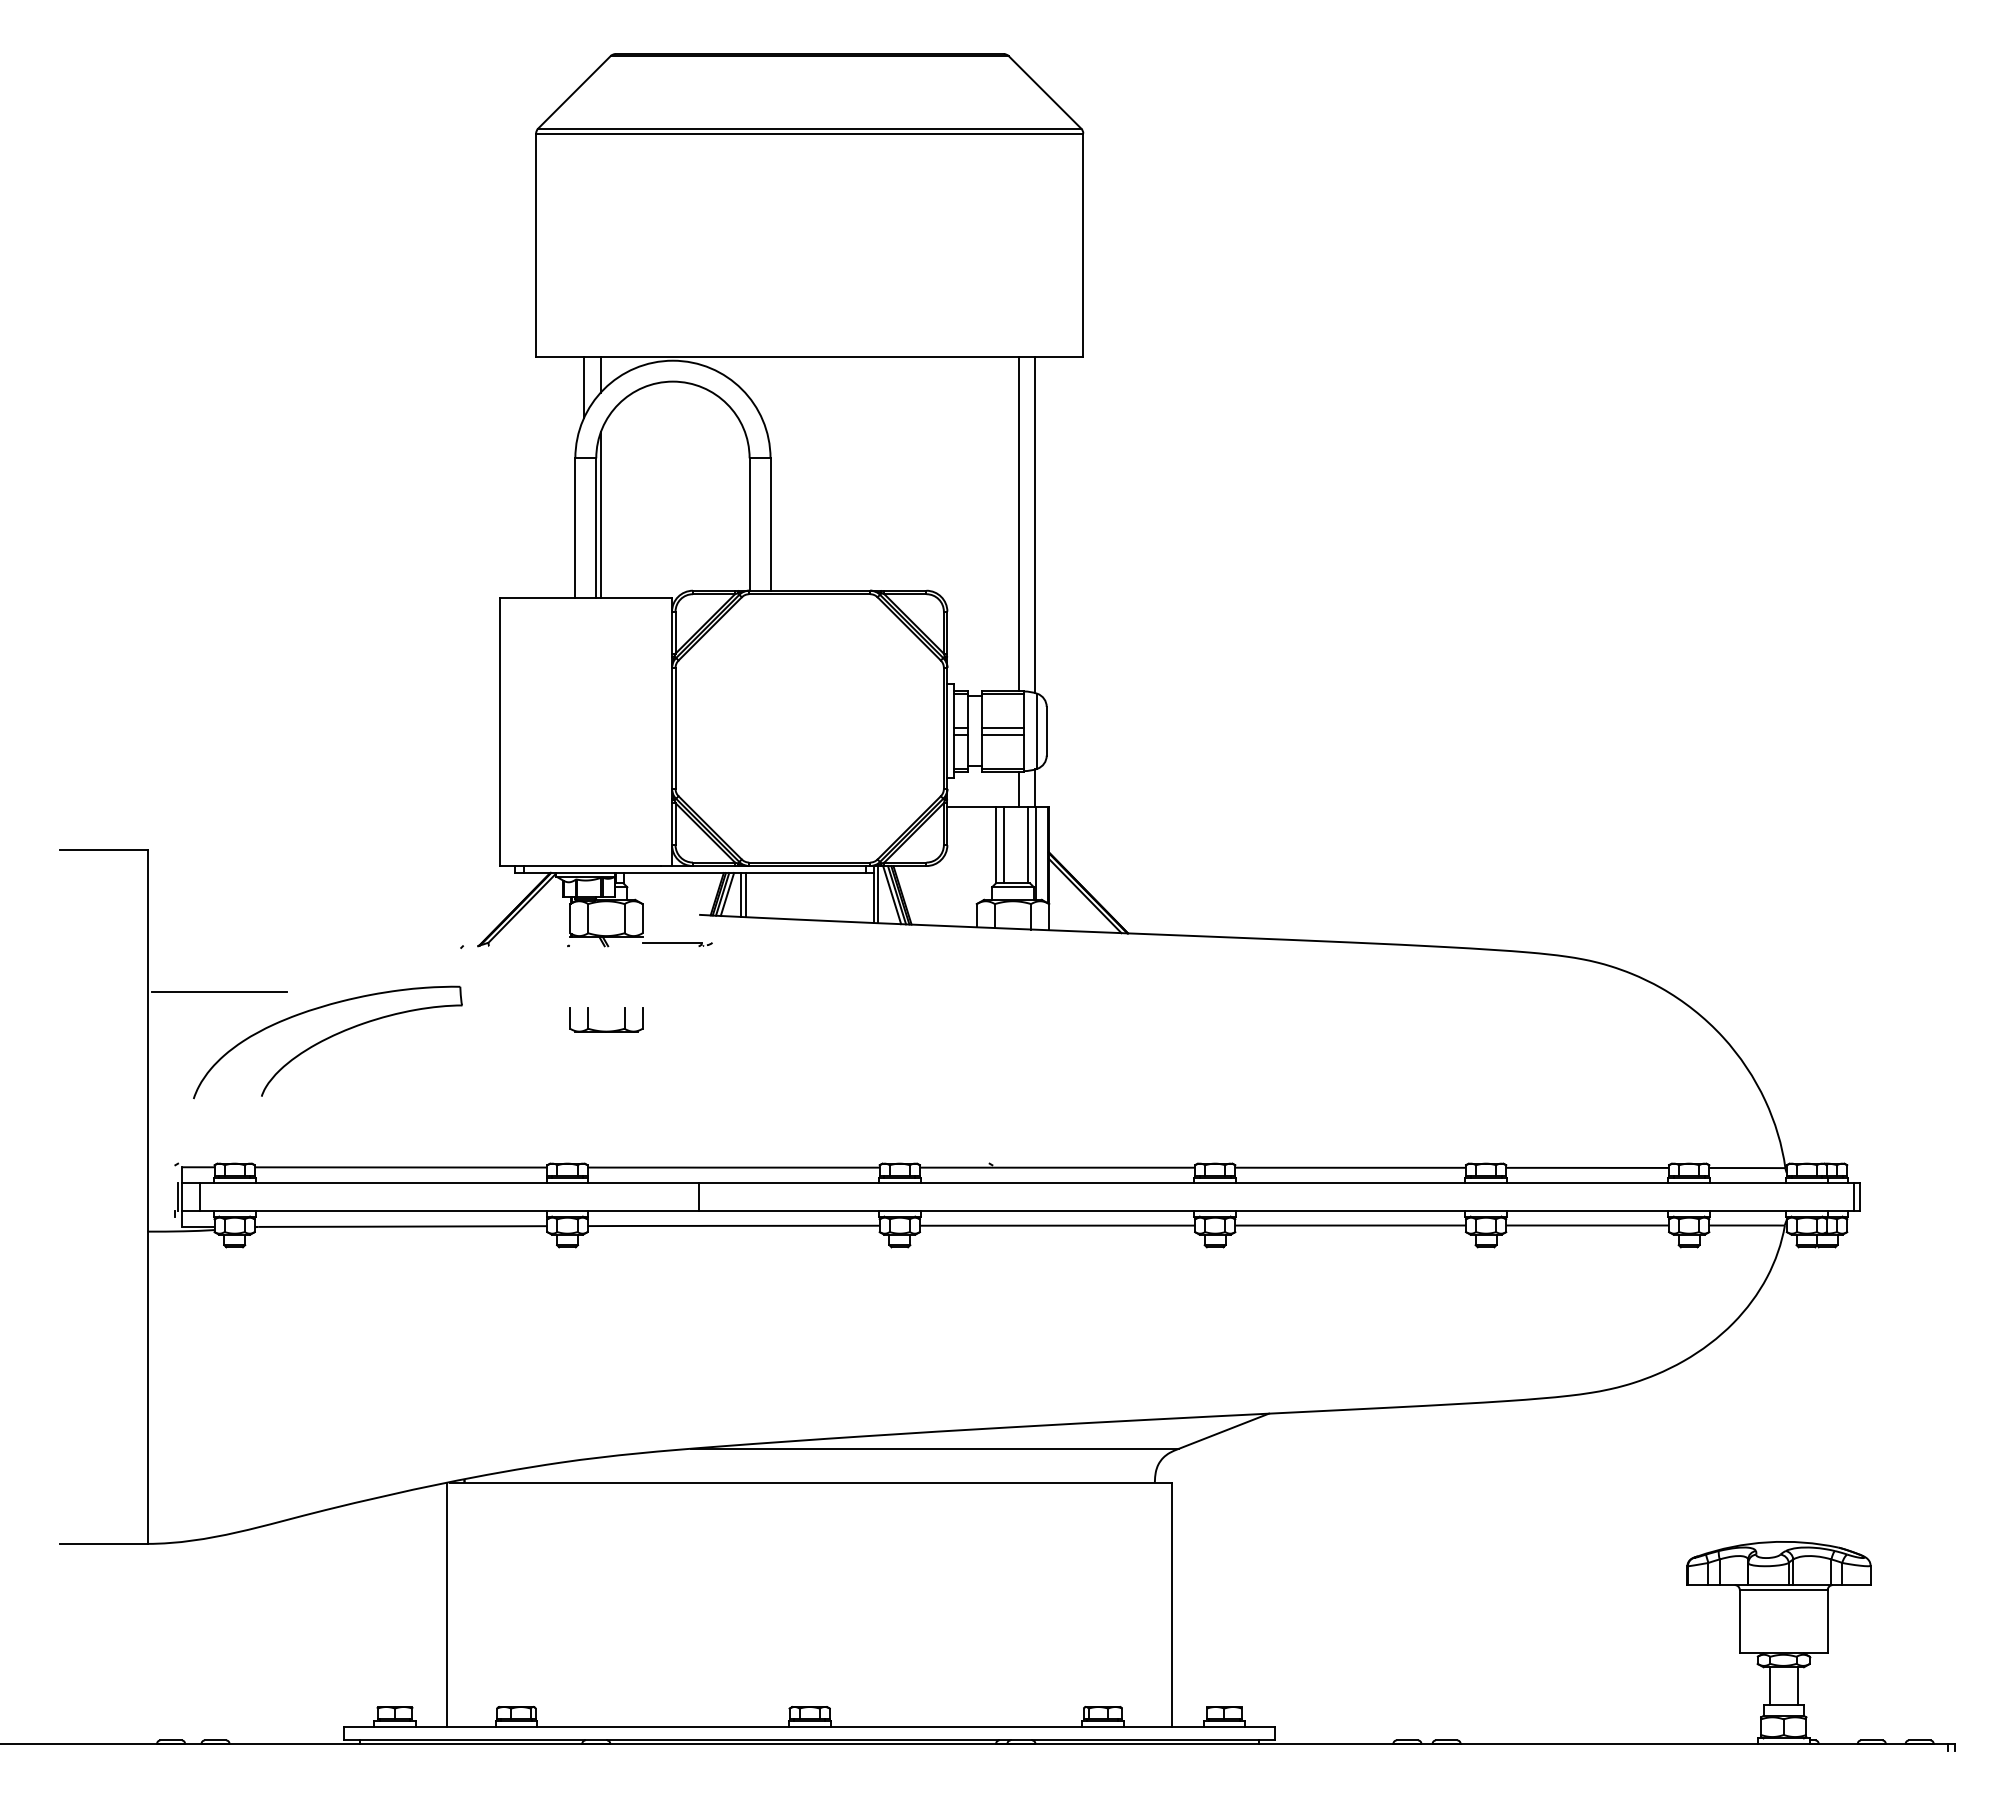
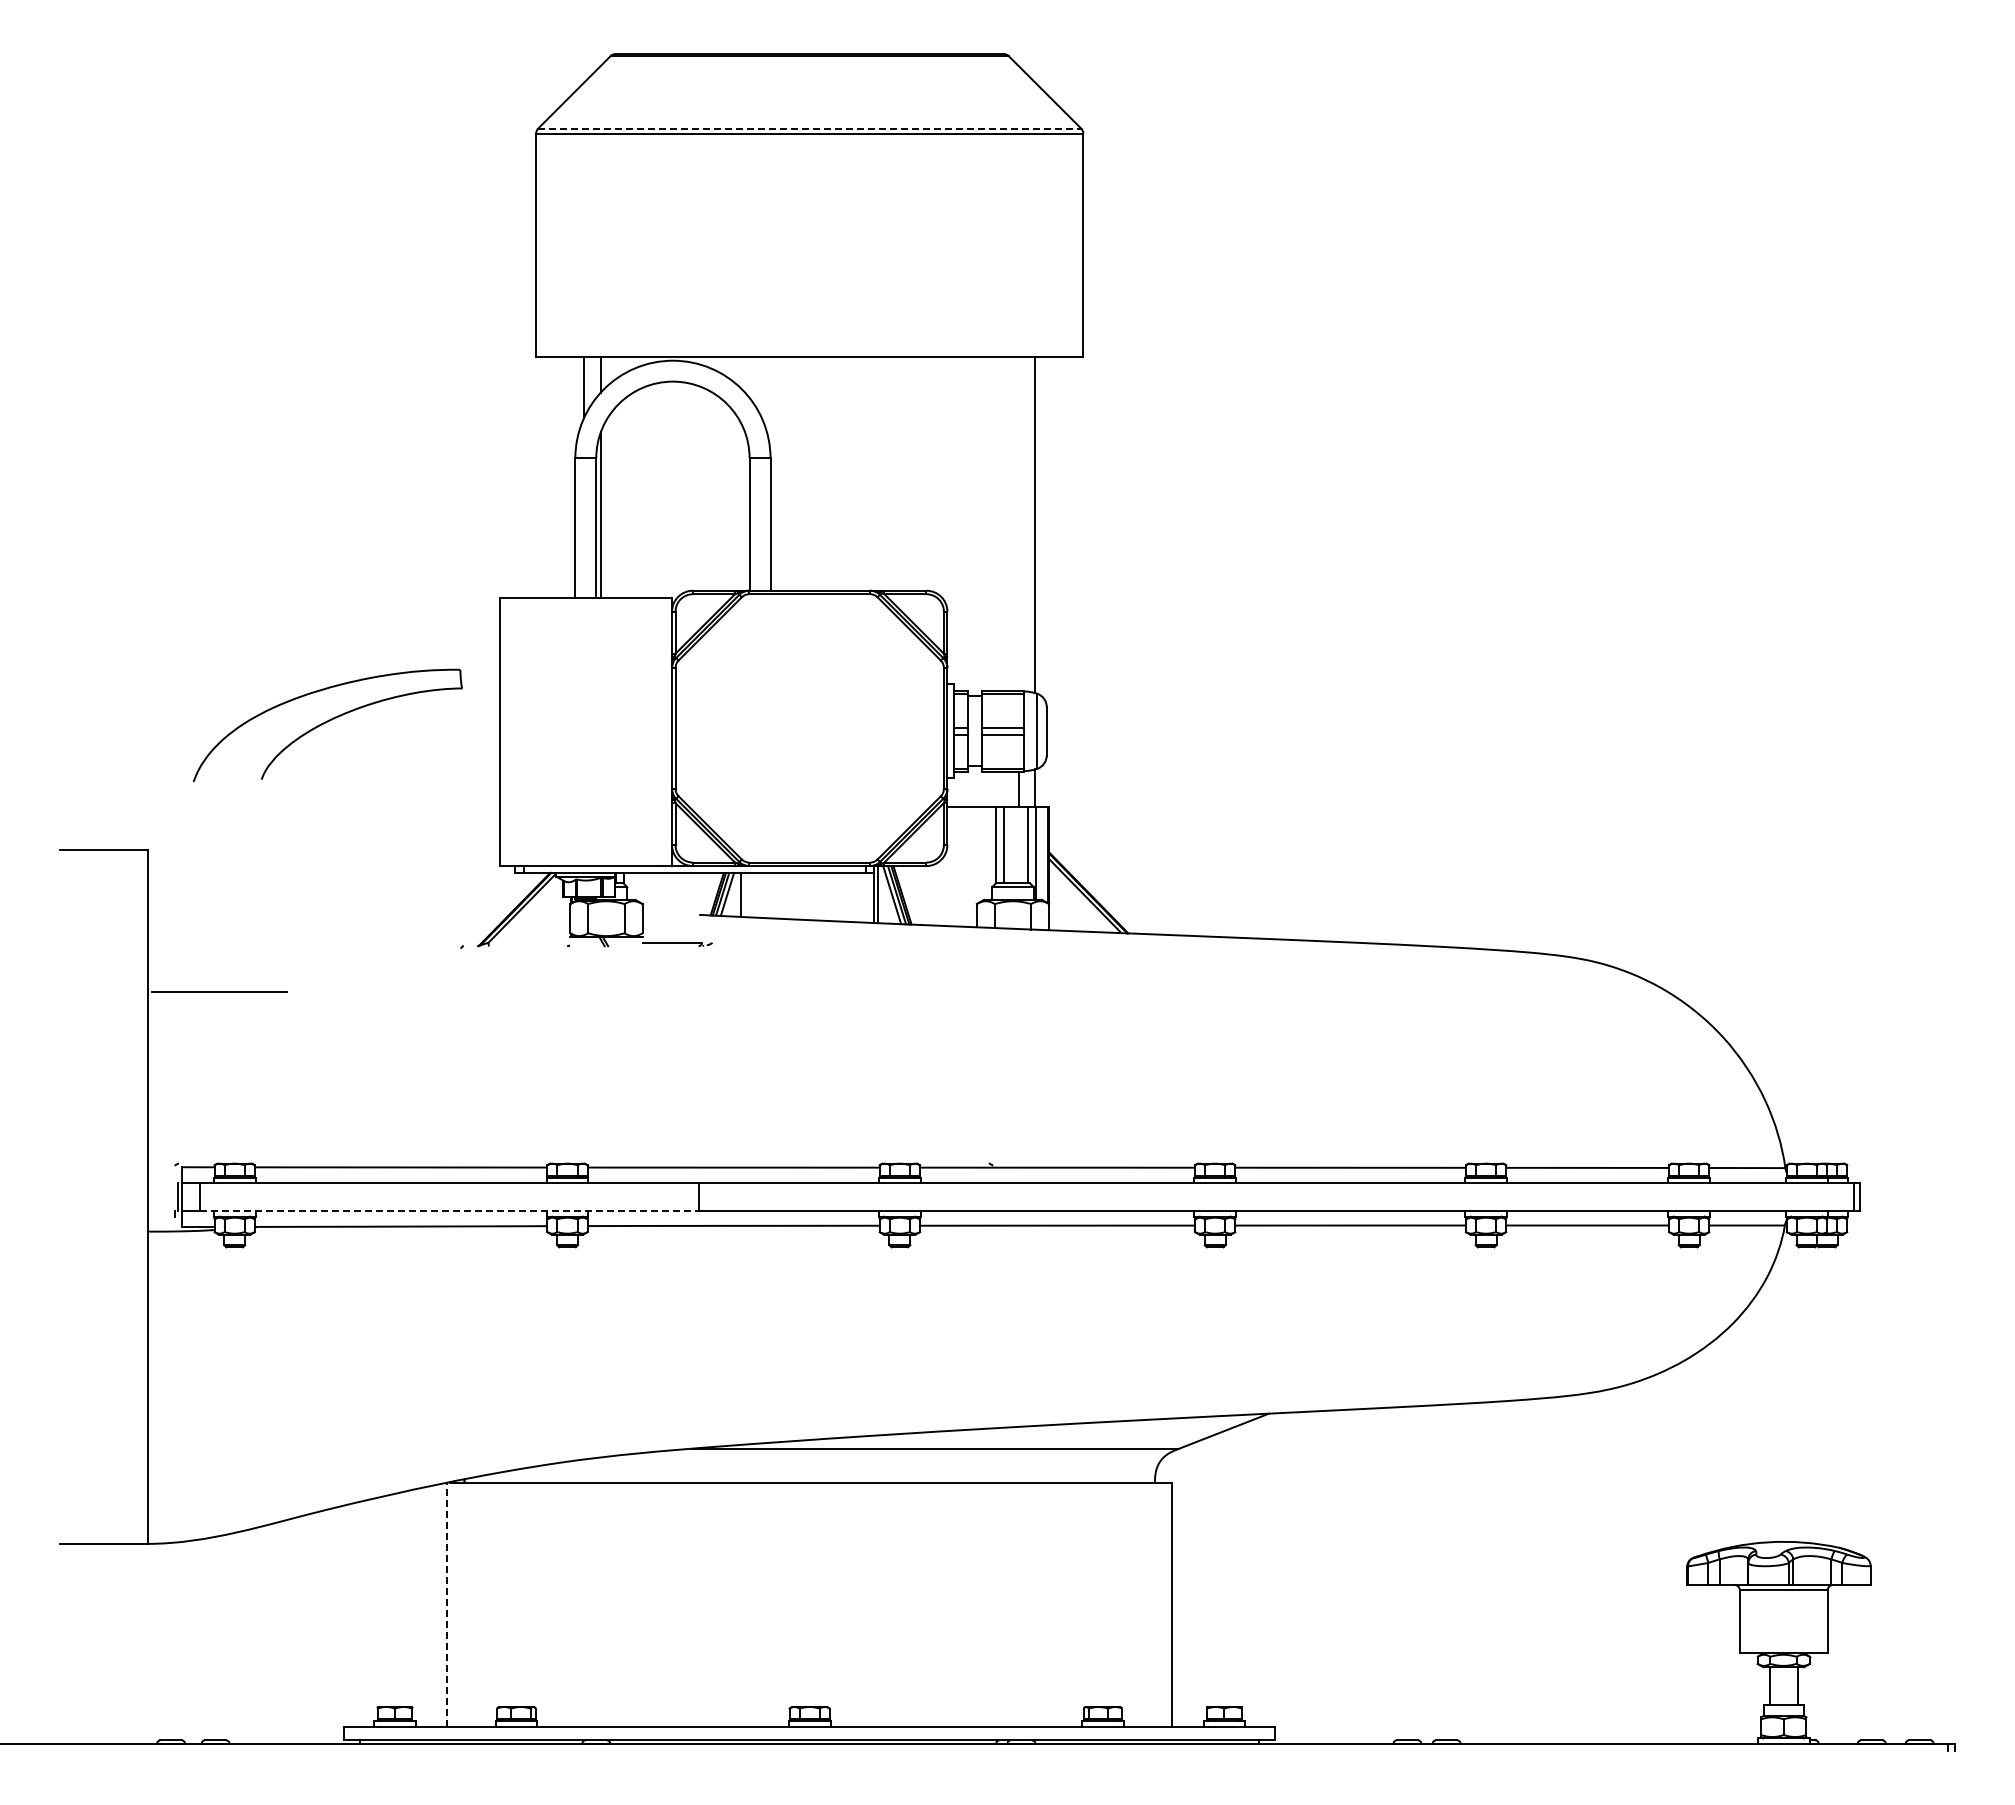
line at (809, 128): solid -> dashed
line at (1018, 523): present -> none
line at (745, 895): present -> none
part at (606, 1030): present -> none
part at (327, 1042) position: (327, 1042) -> (327, 725)
line at (449, 1211): solid -> dashed
line at (447, 1604): solid -> dashed
